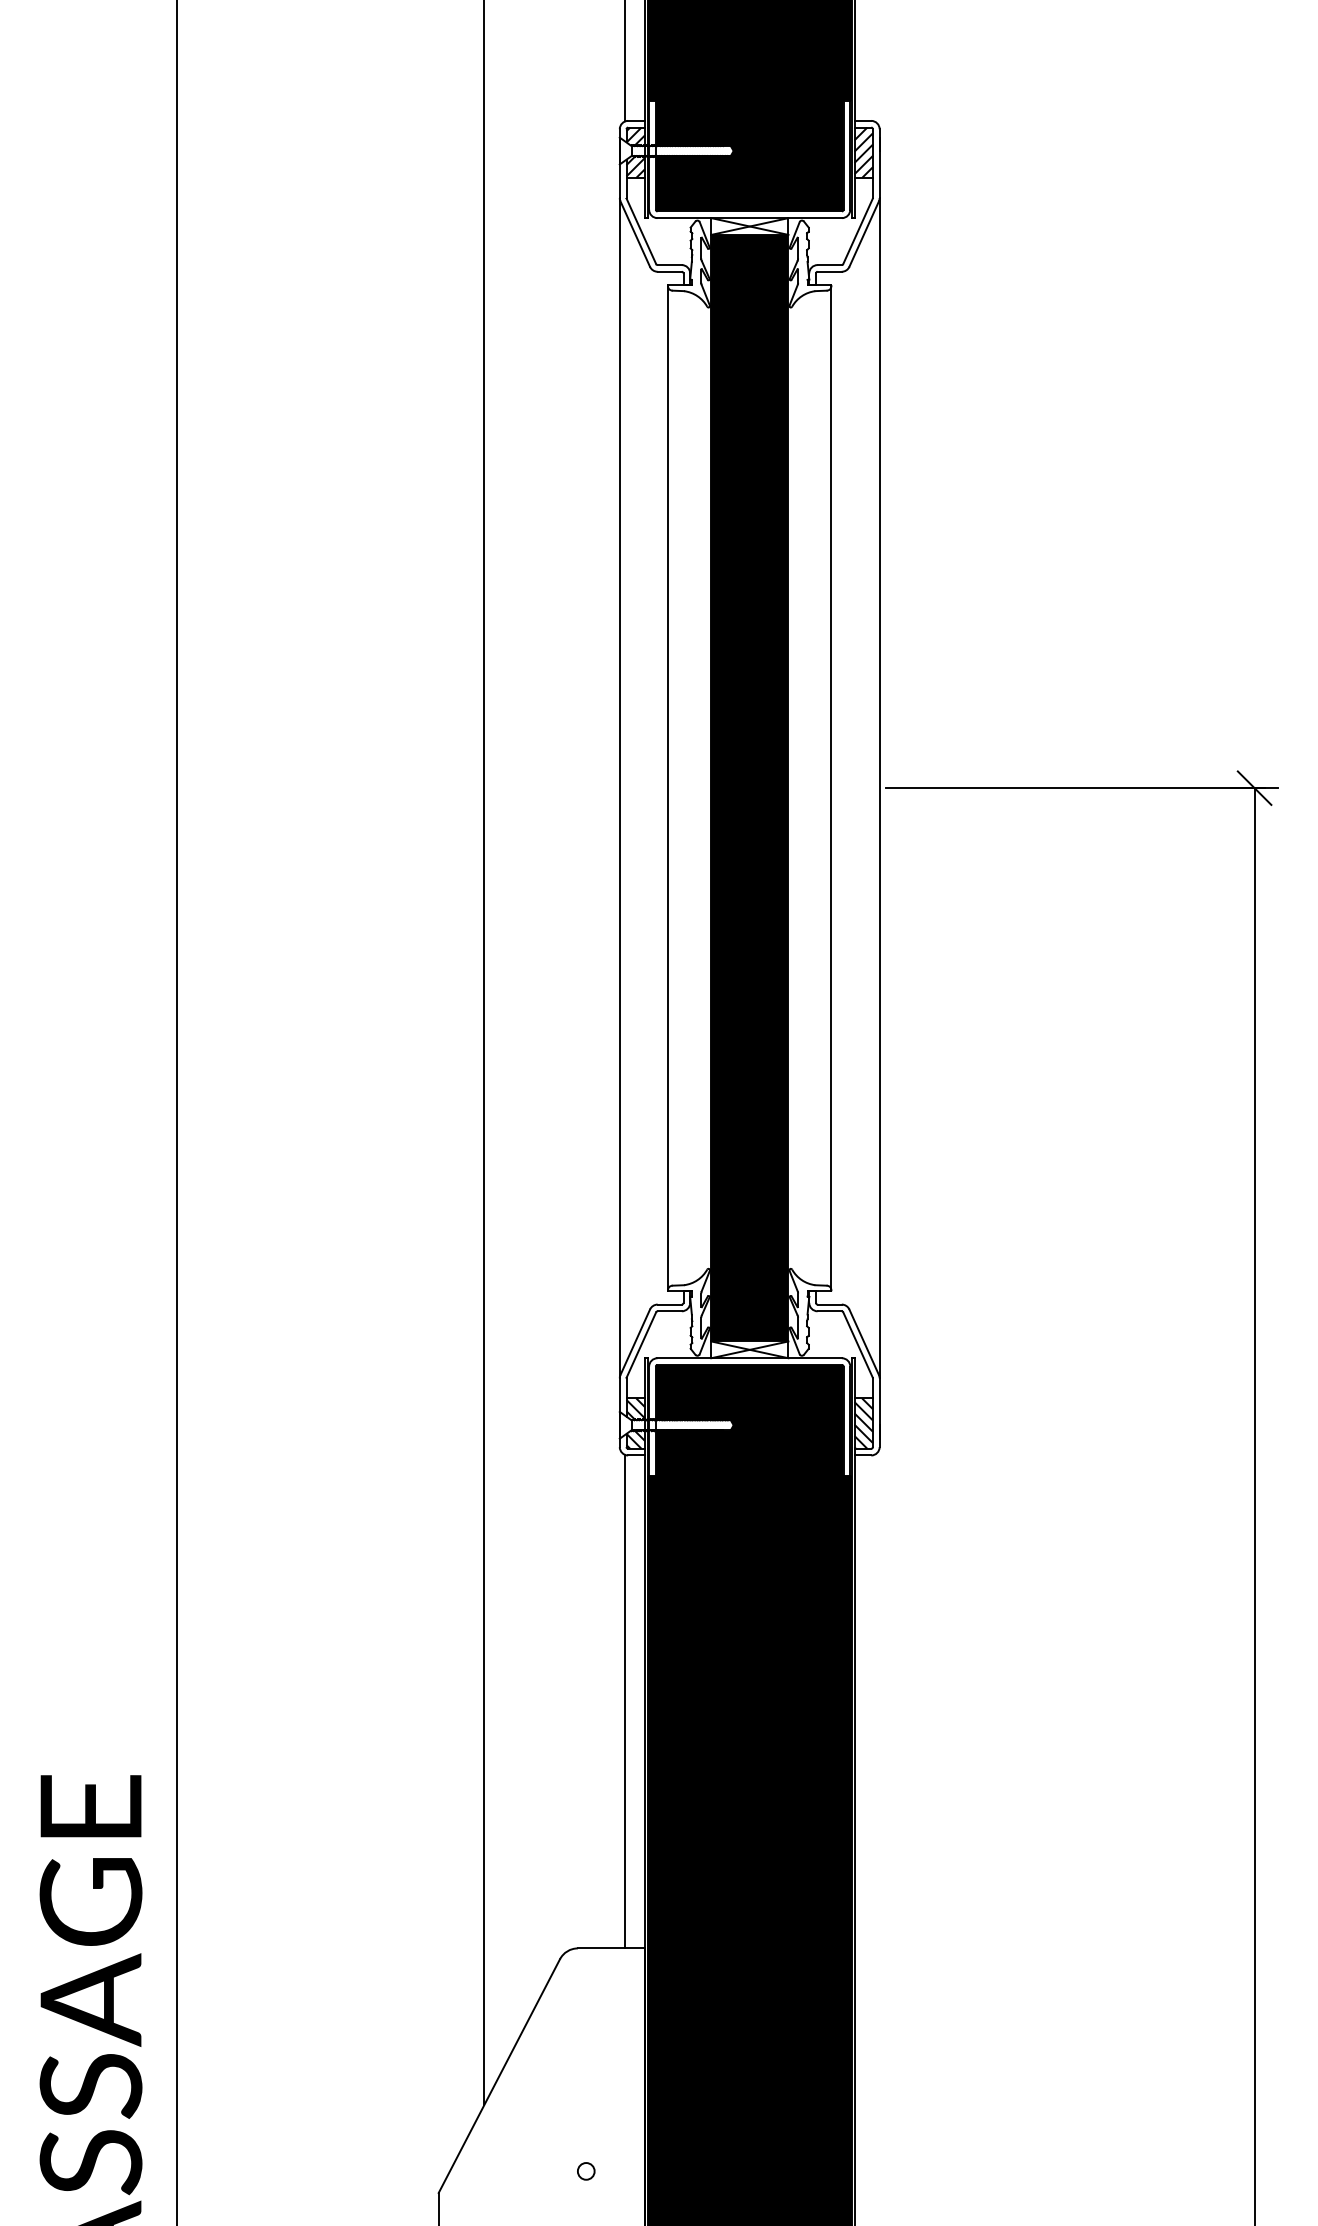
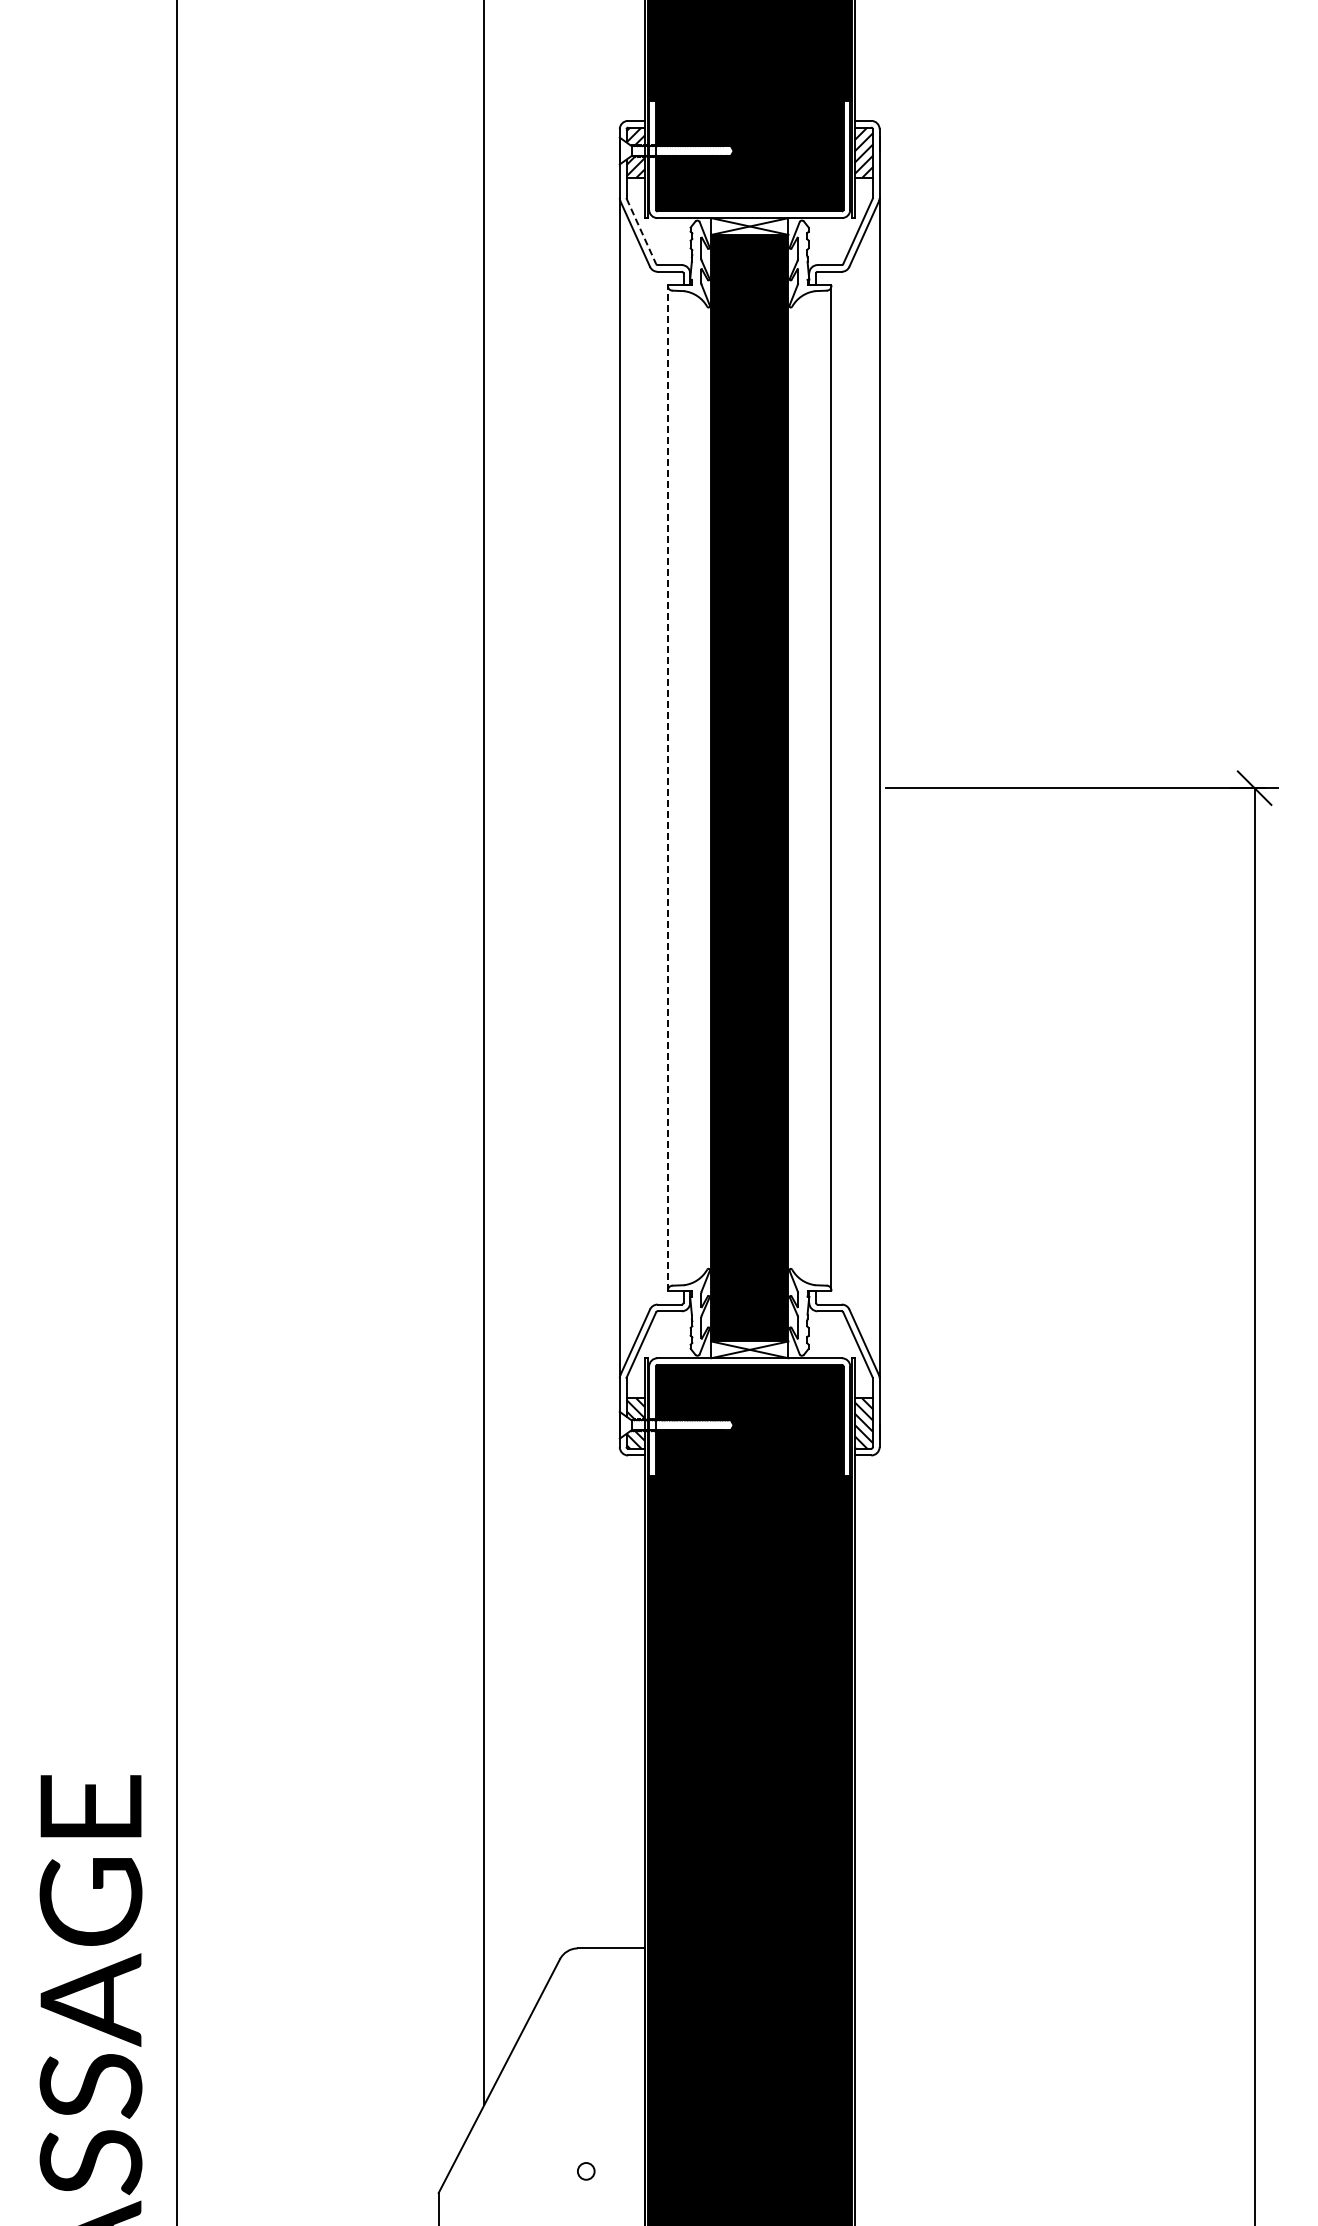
line at (625, 61): present -> none
line at (641, 231): solid -> dashed
line at (668, 788): solid -> dashed
line at (625, 1701): present -> none
